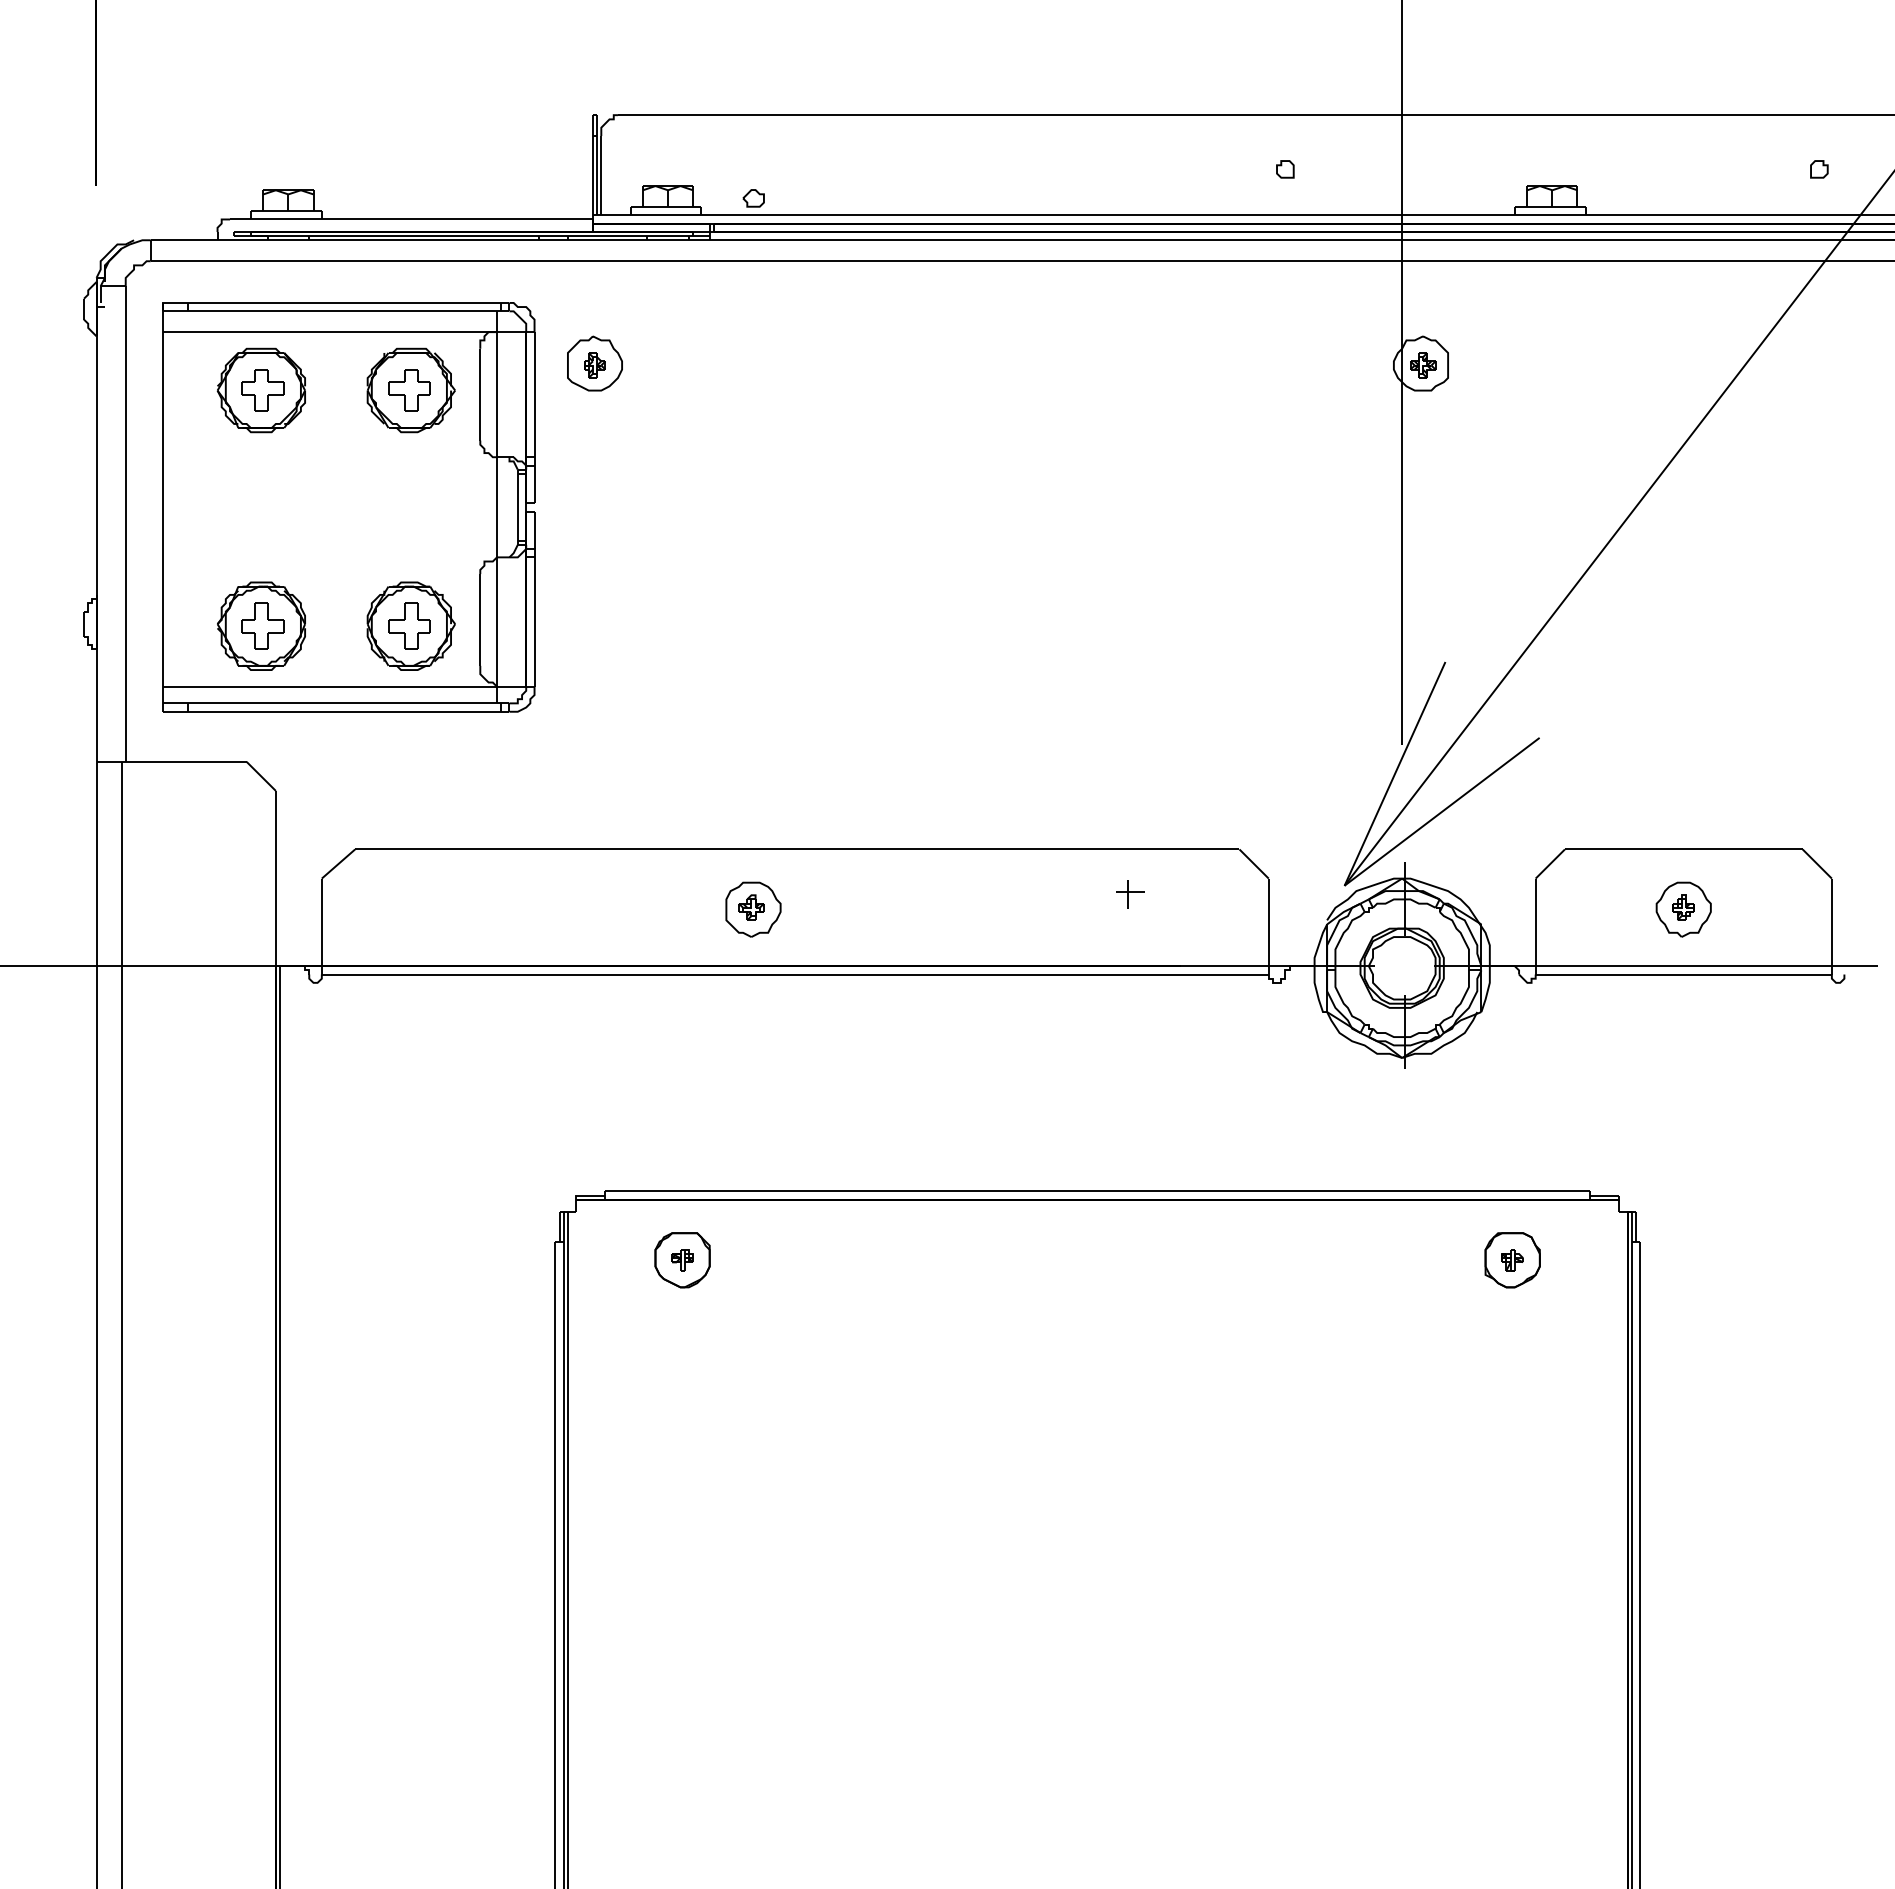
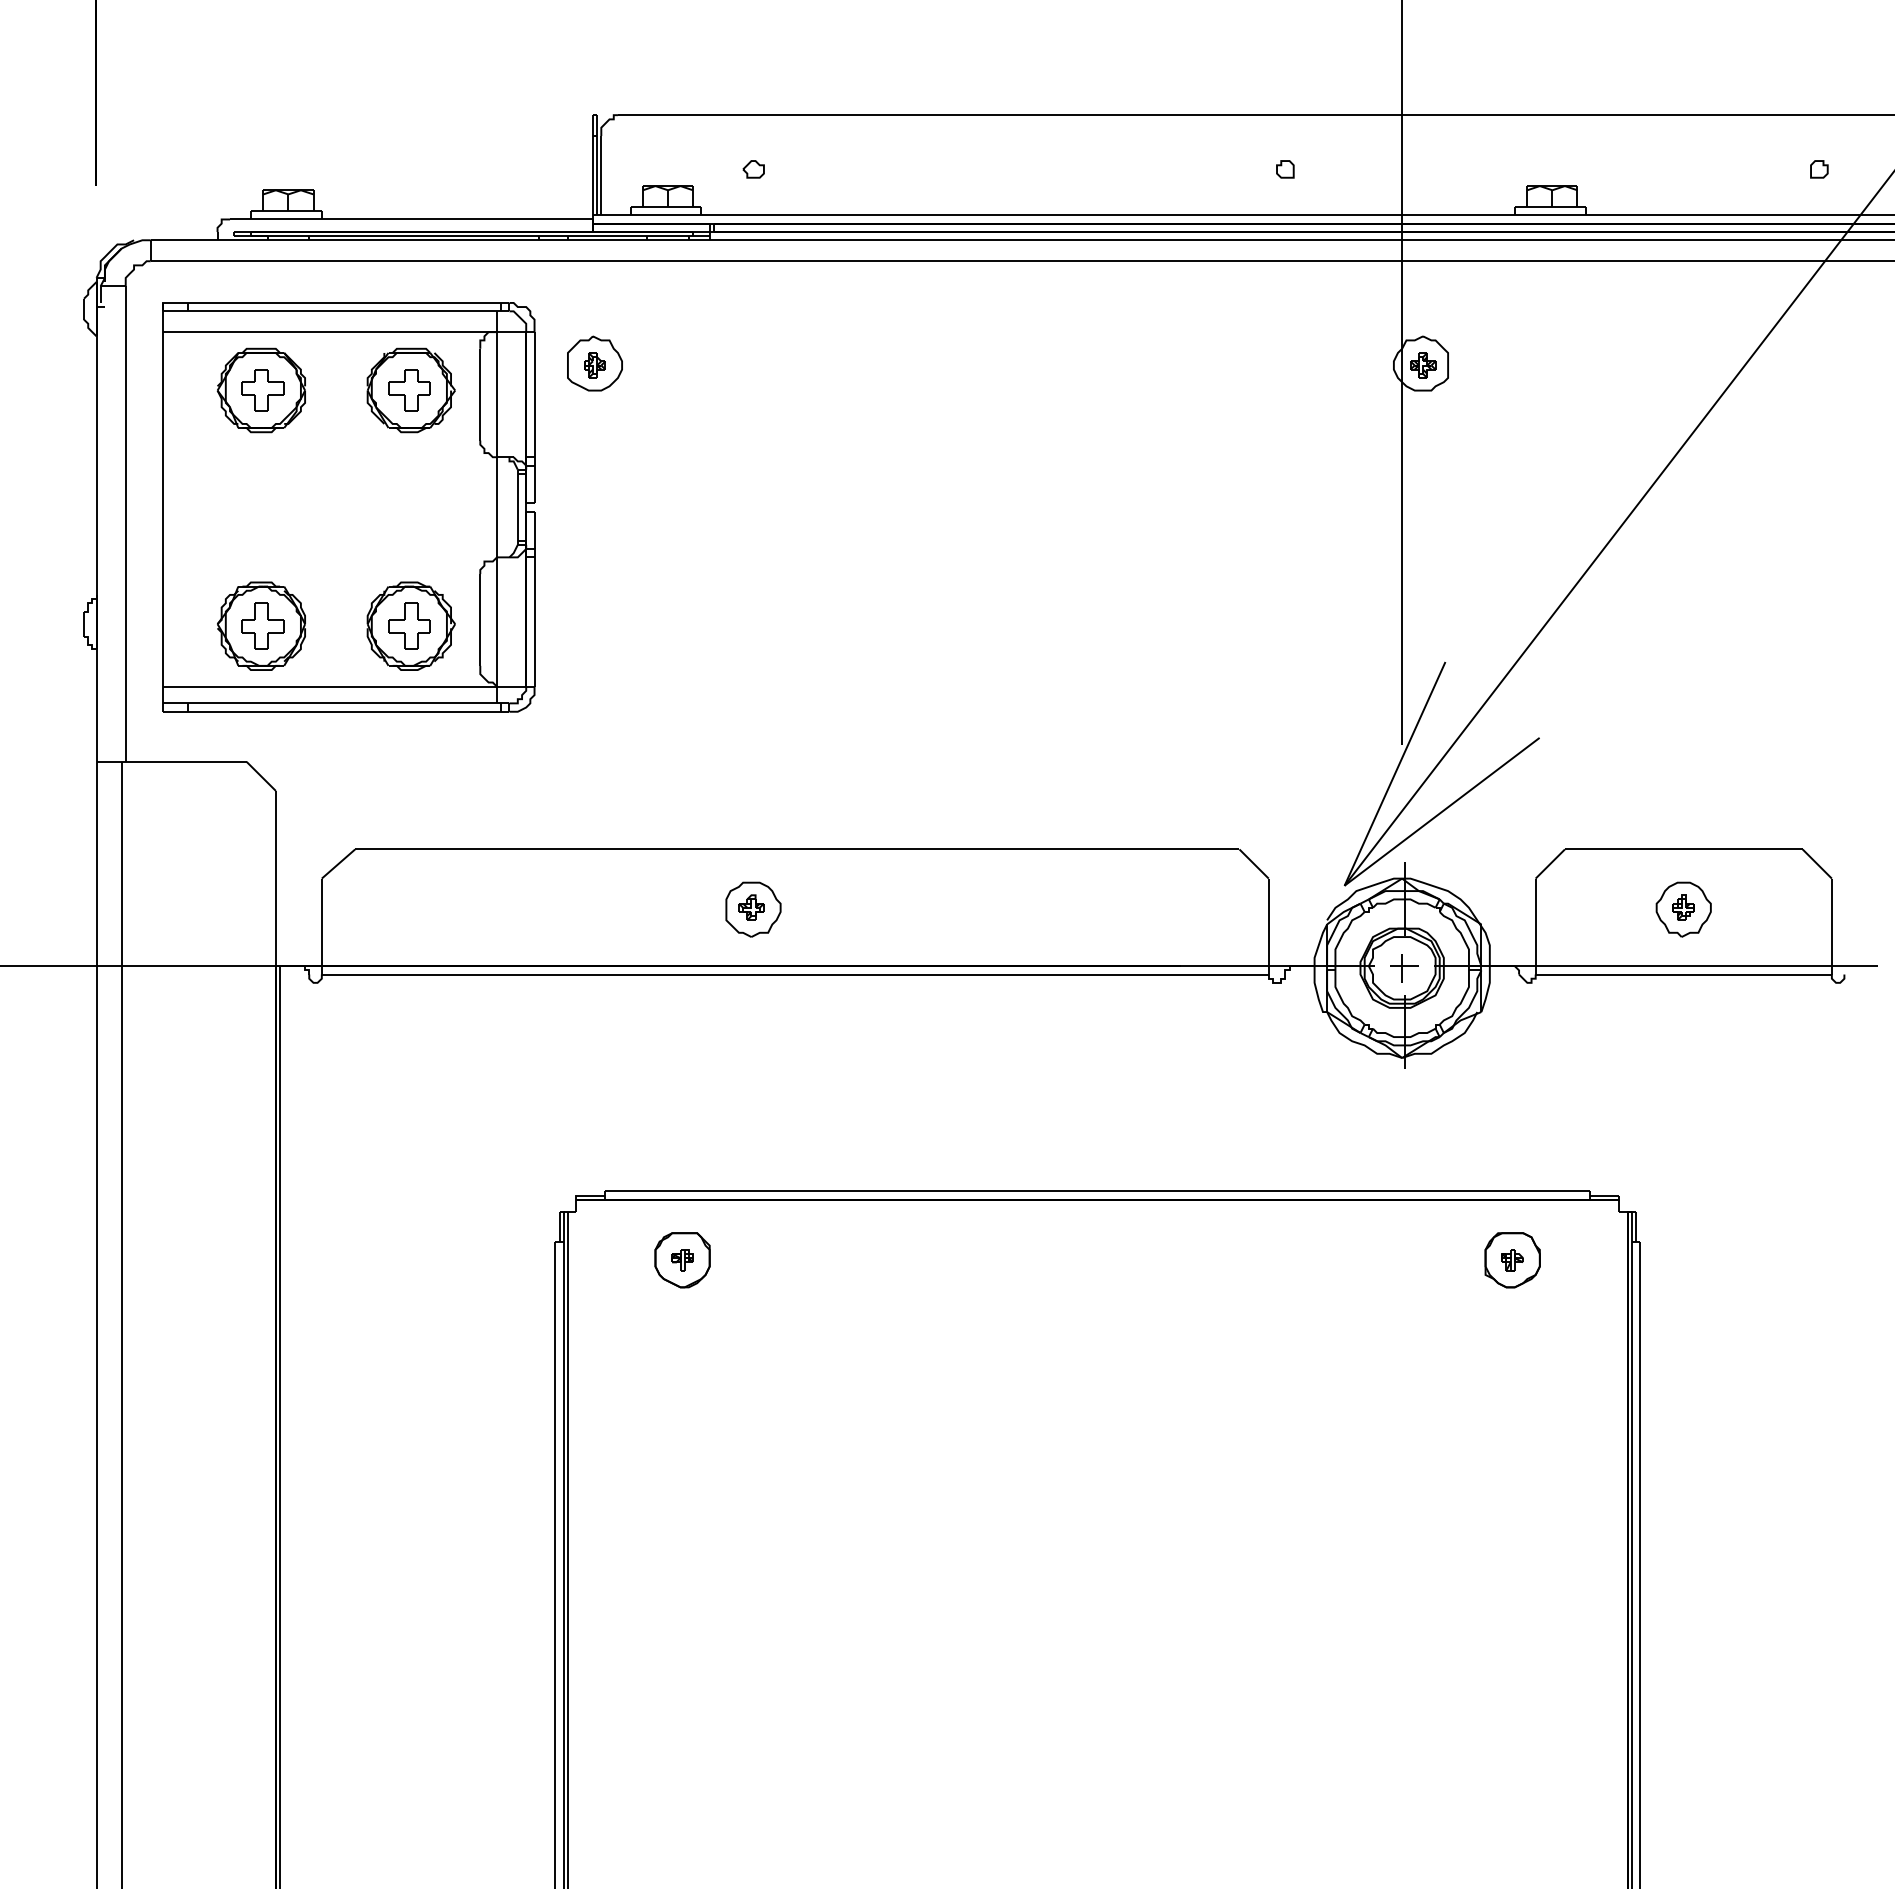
part at (753, 198) position: (753, 198) -> (753, 169)
part at (1130, 894) position: (1130, 894) -> (1404, 968)
